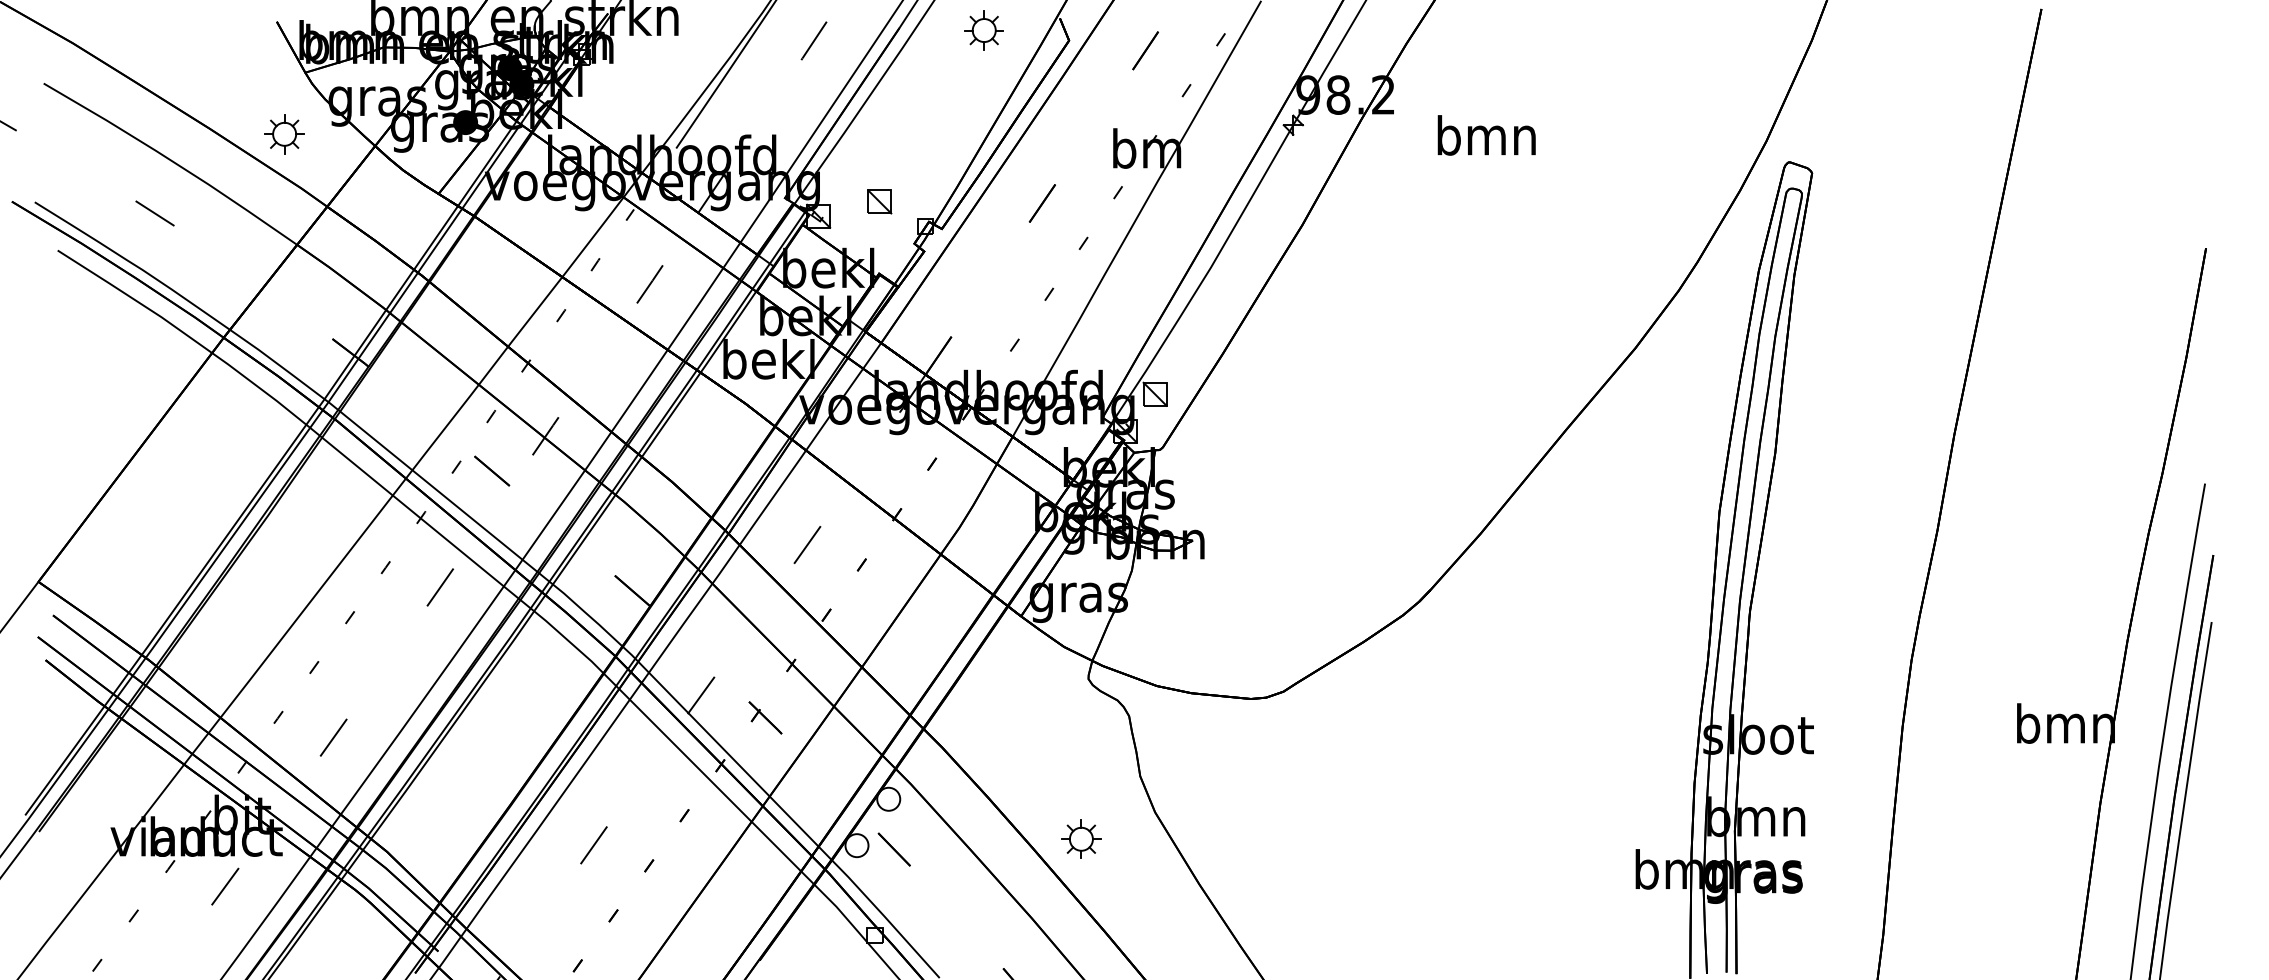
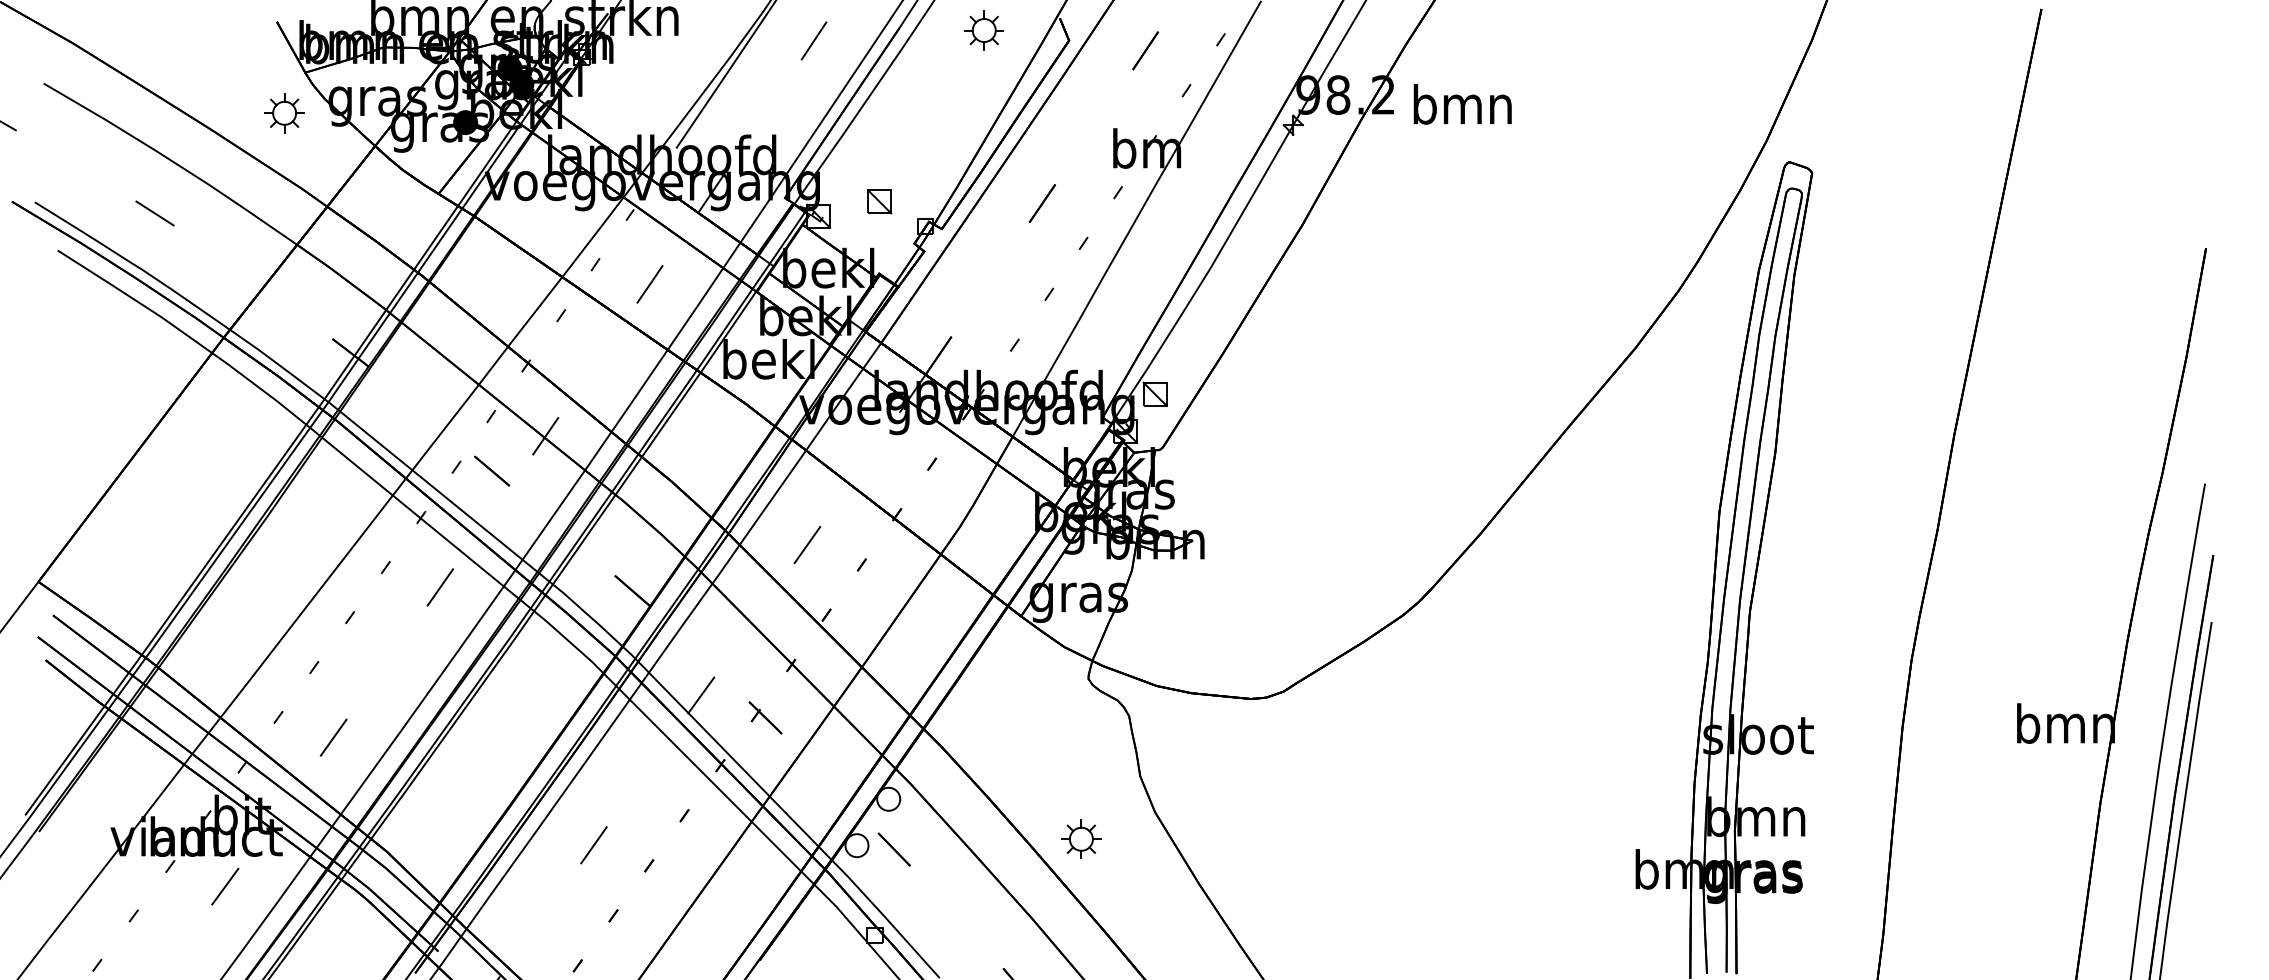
part at (284, 134) position: (284, 134) -> (284, 113)
text at (1486, 135) position: (1486, 135) -> (1462, 104)
